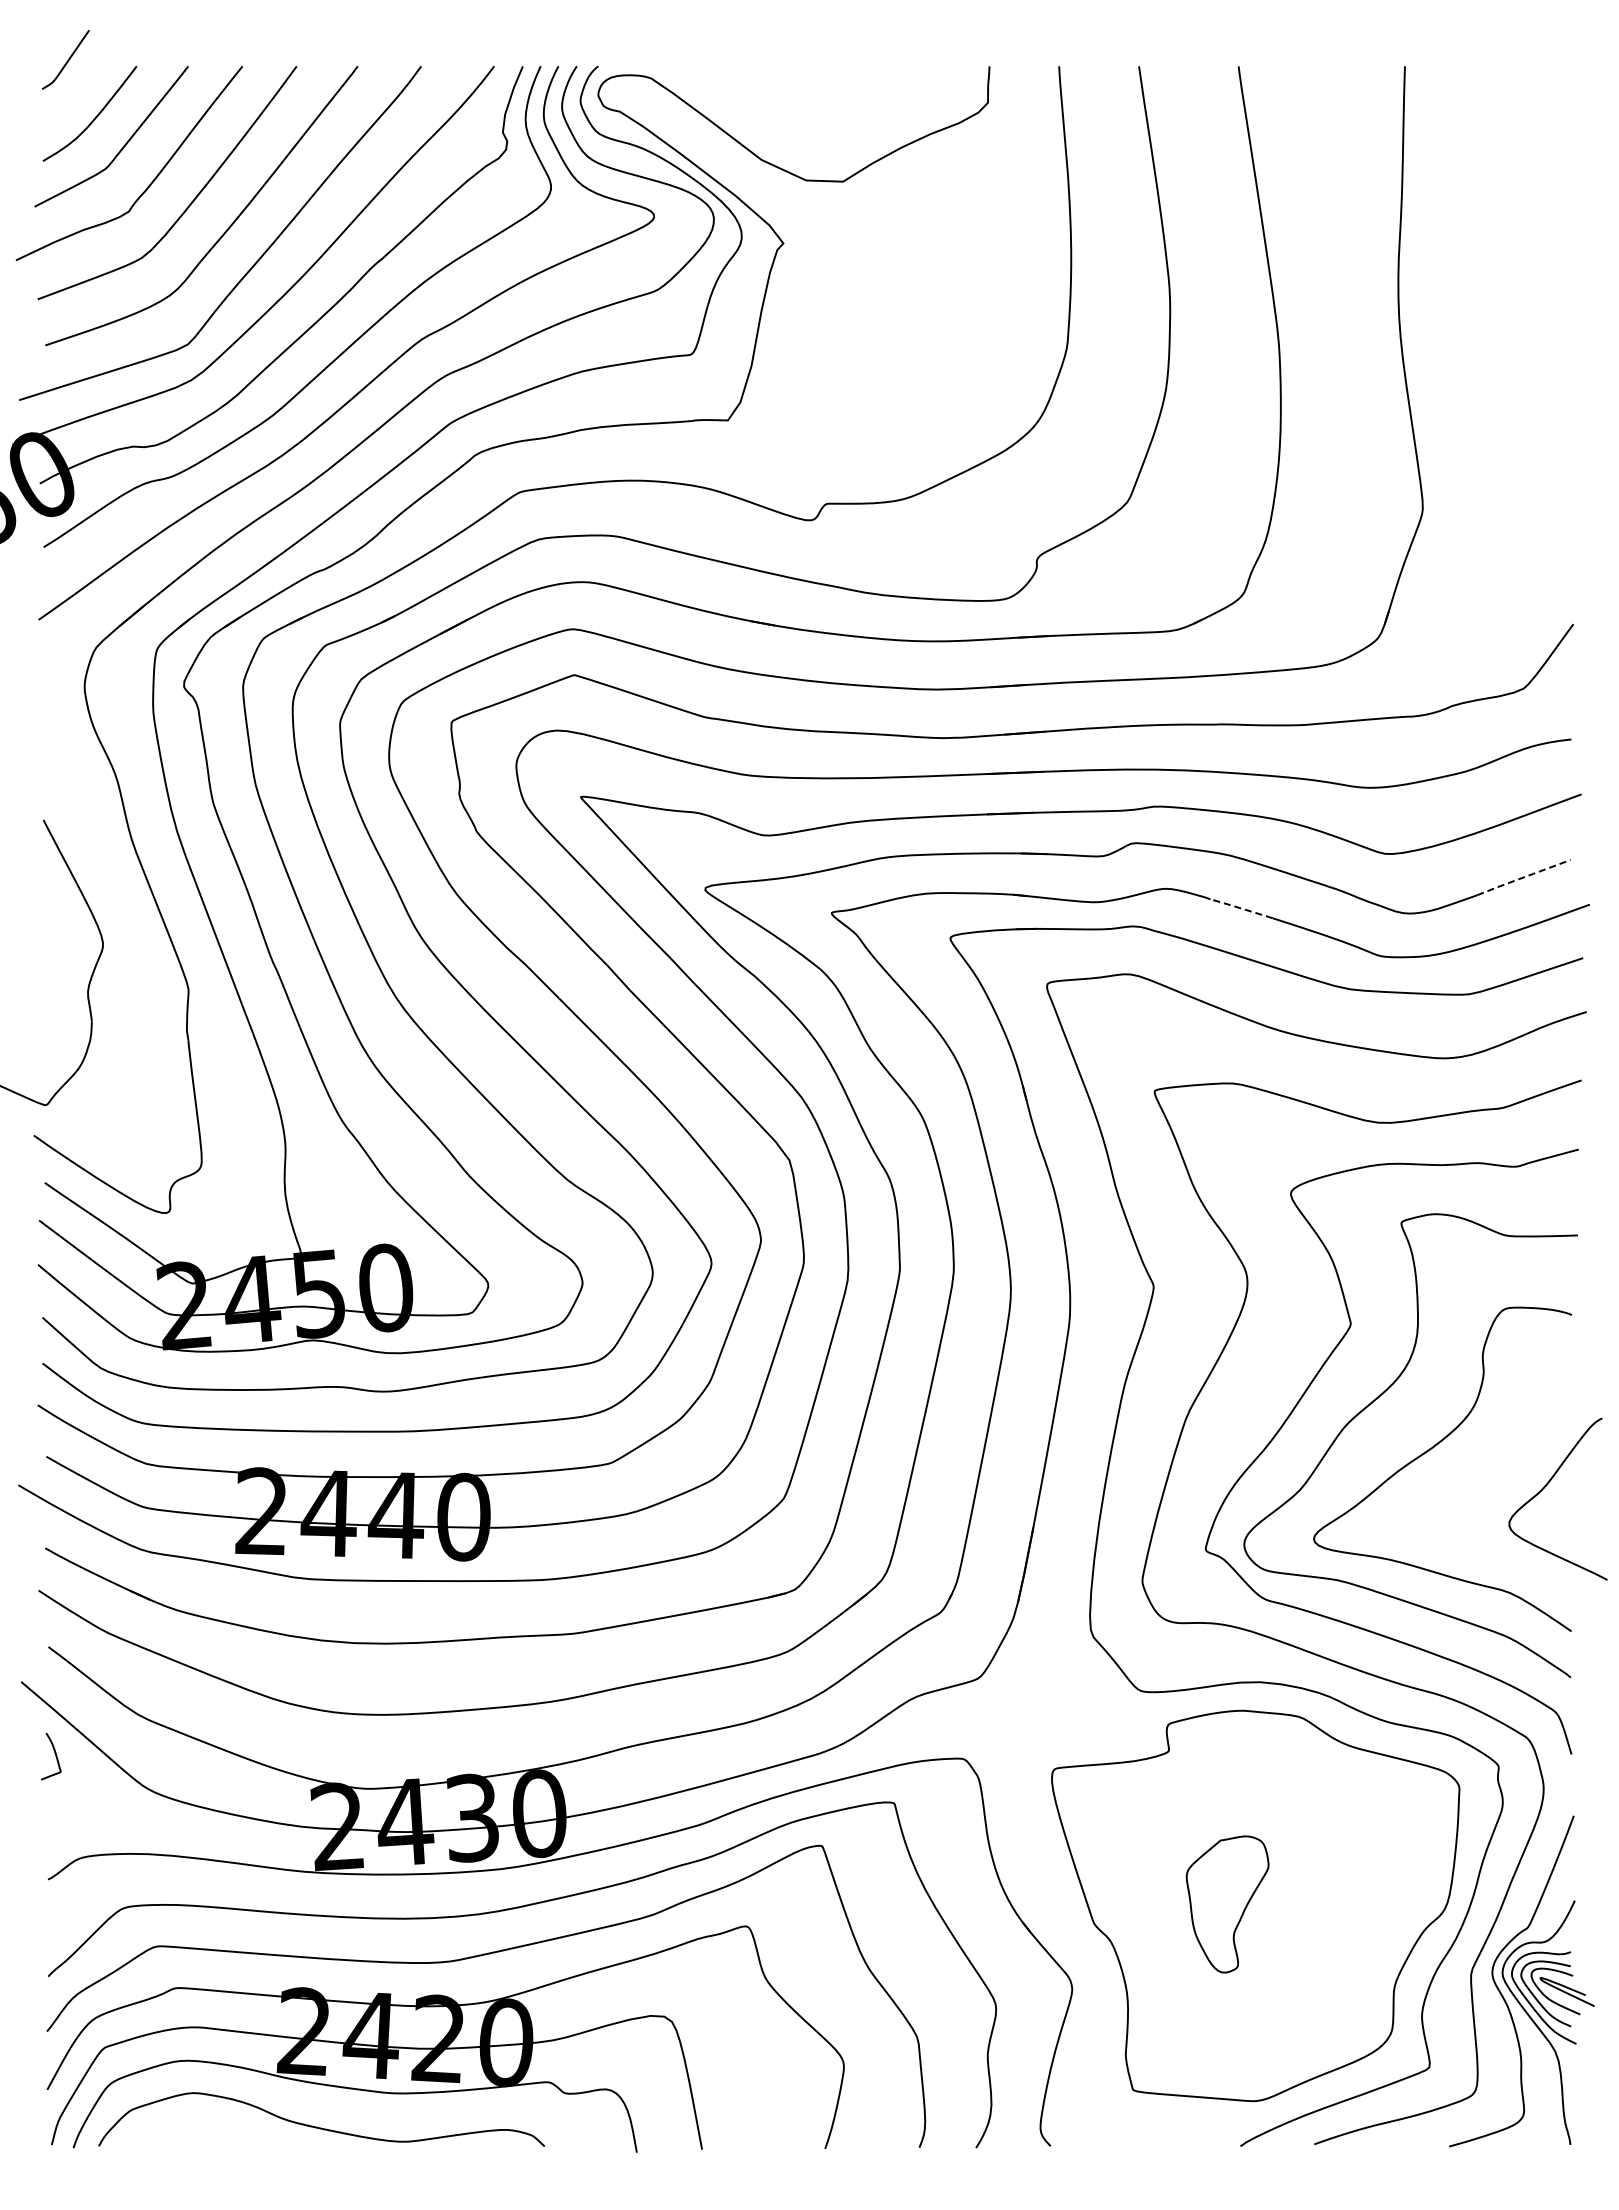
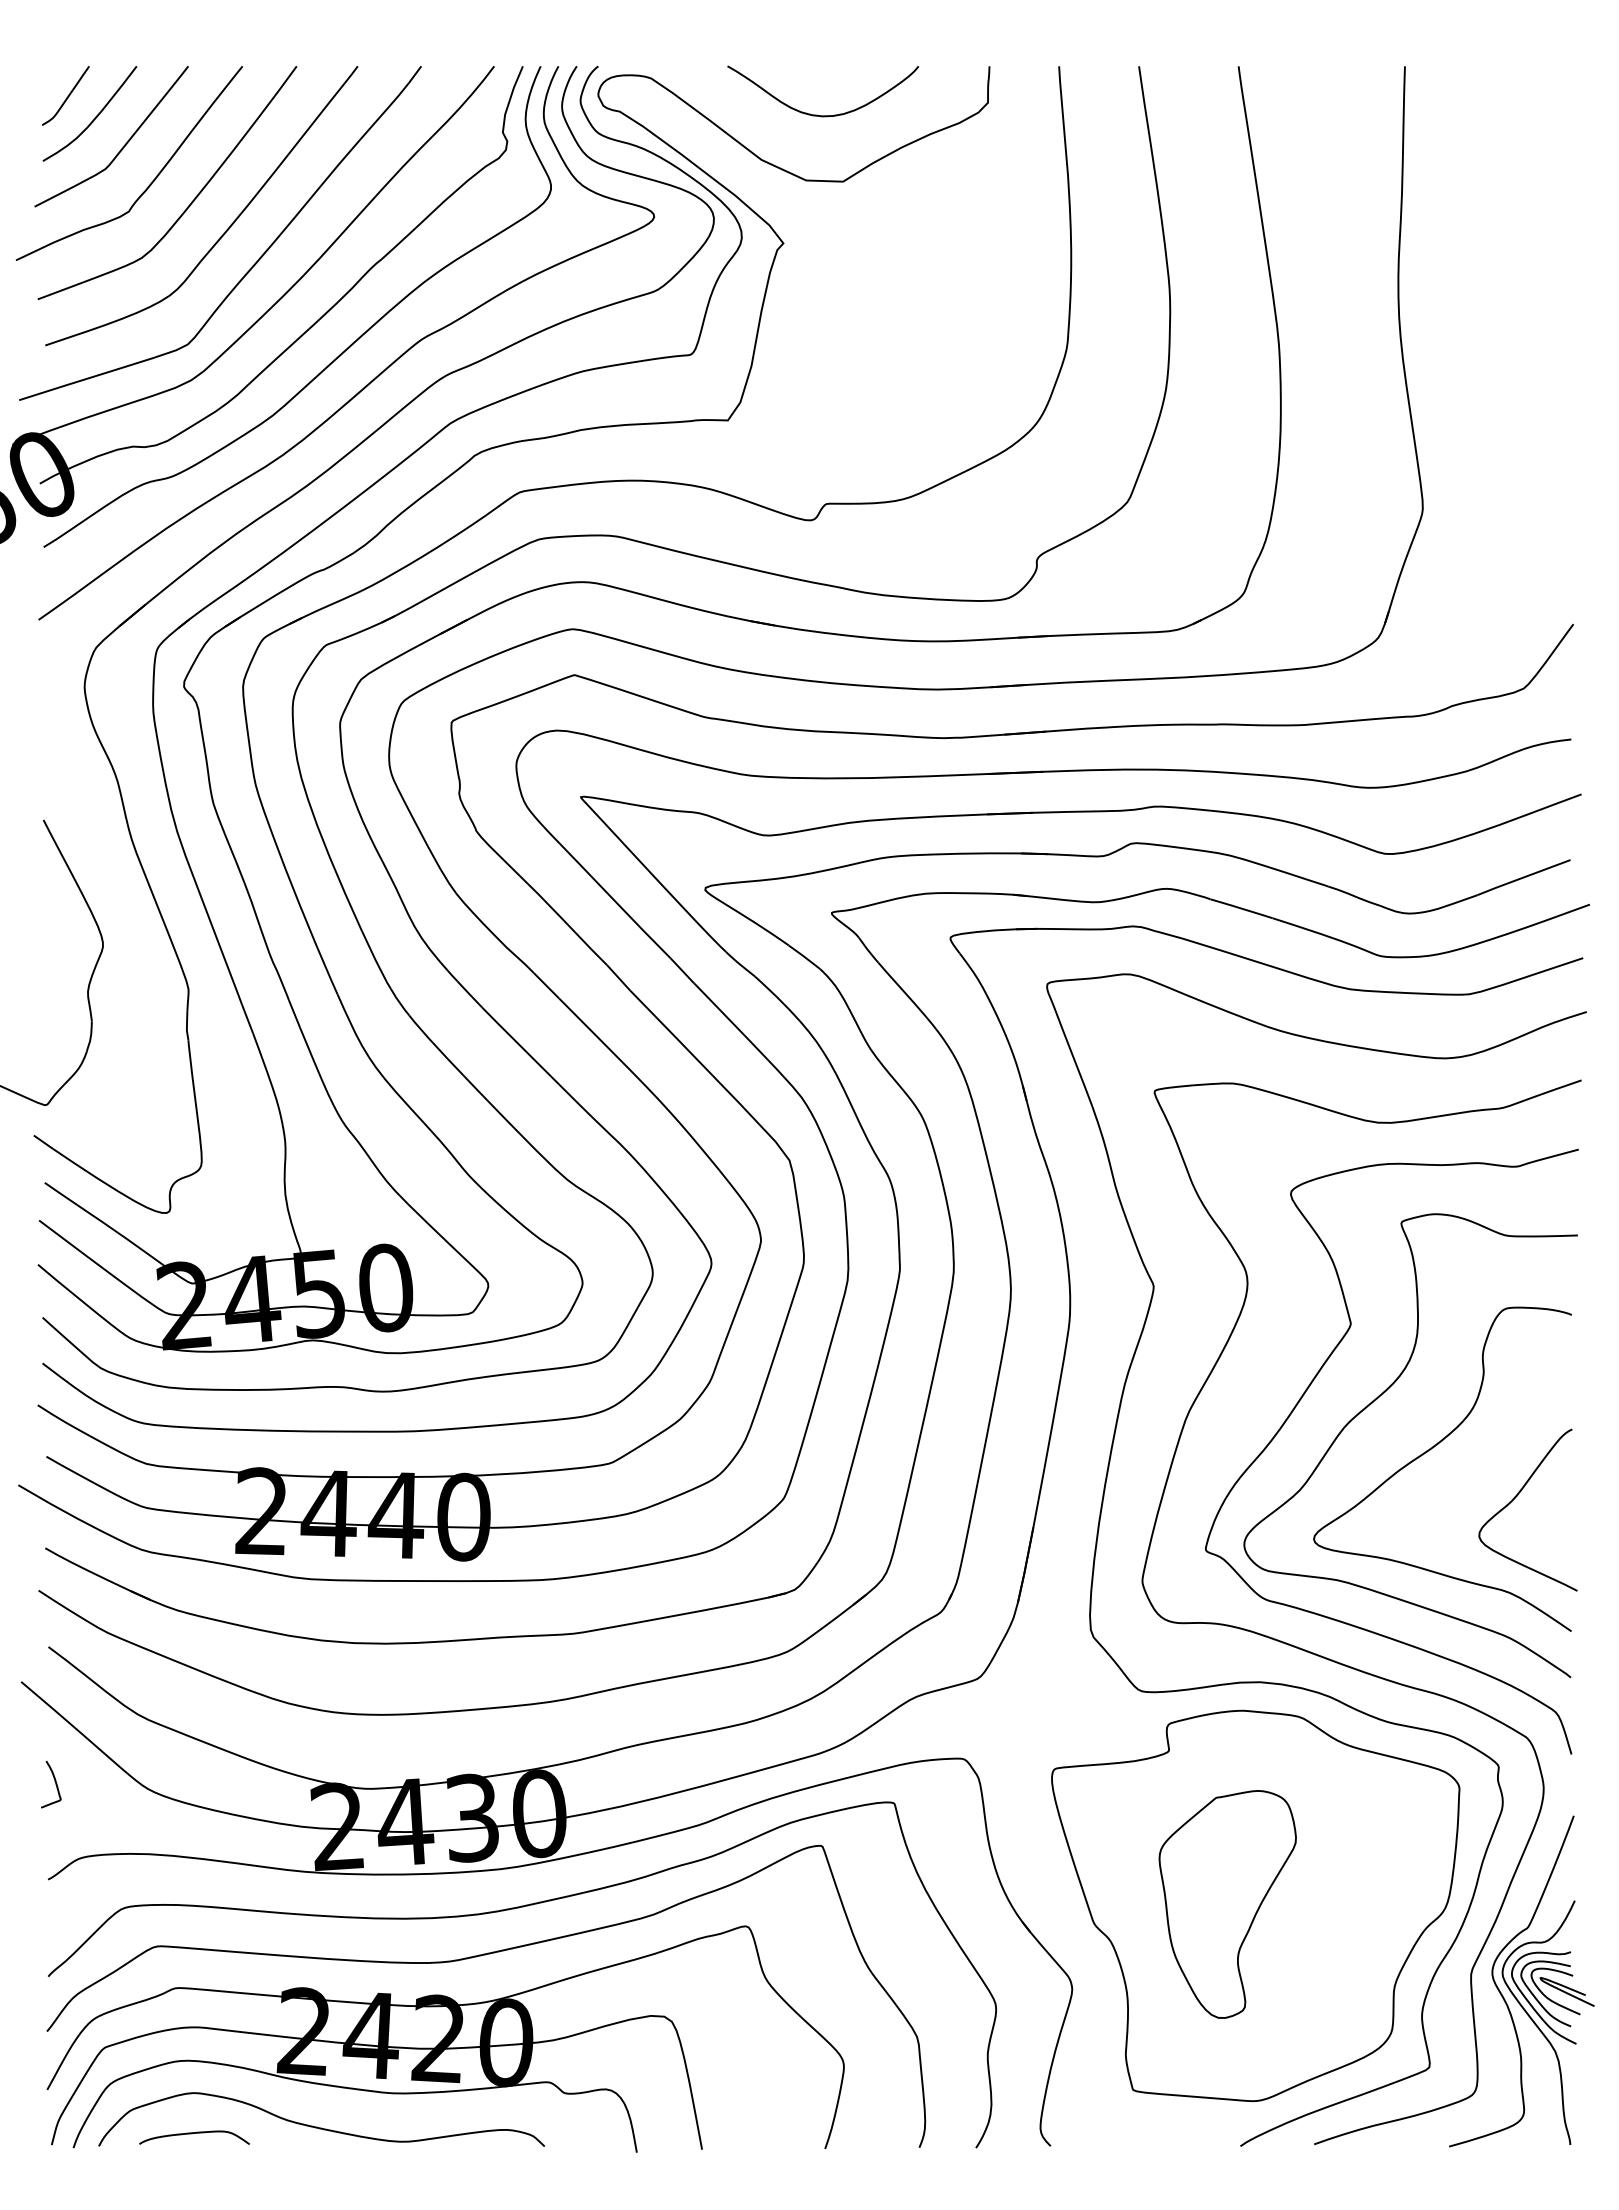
curve at (67, 60) position: (67, 60) -> (67, 96)
curve at (817, 114): none -> present
line at (1524, 877): dashed -> solid
line at (1241, 908): dashed -> solid
curve at (1546, 1486) position: (1546, 1486) -> (1516, 1497)
curve at (55, 1756) position: (55, 1756) -> (55, 1784)
part at (1227, 1904) size: 85x139 px -> 139x229 px
curve at (192, 2134): none -> present
